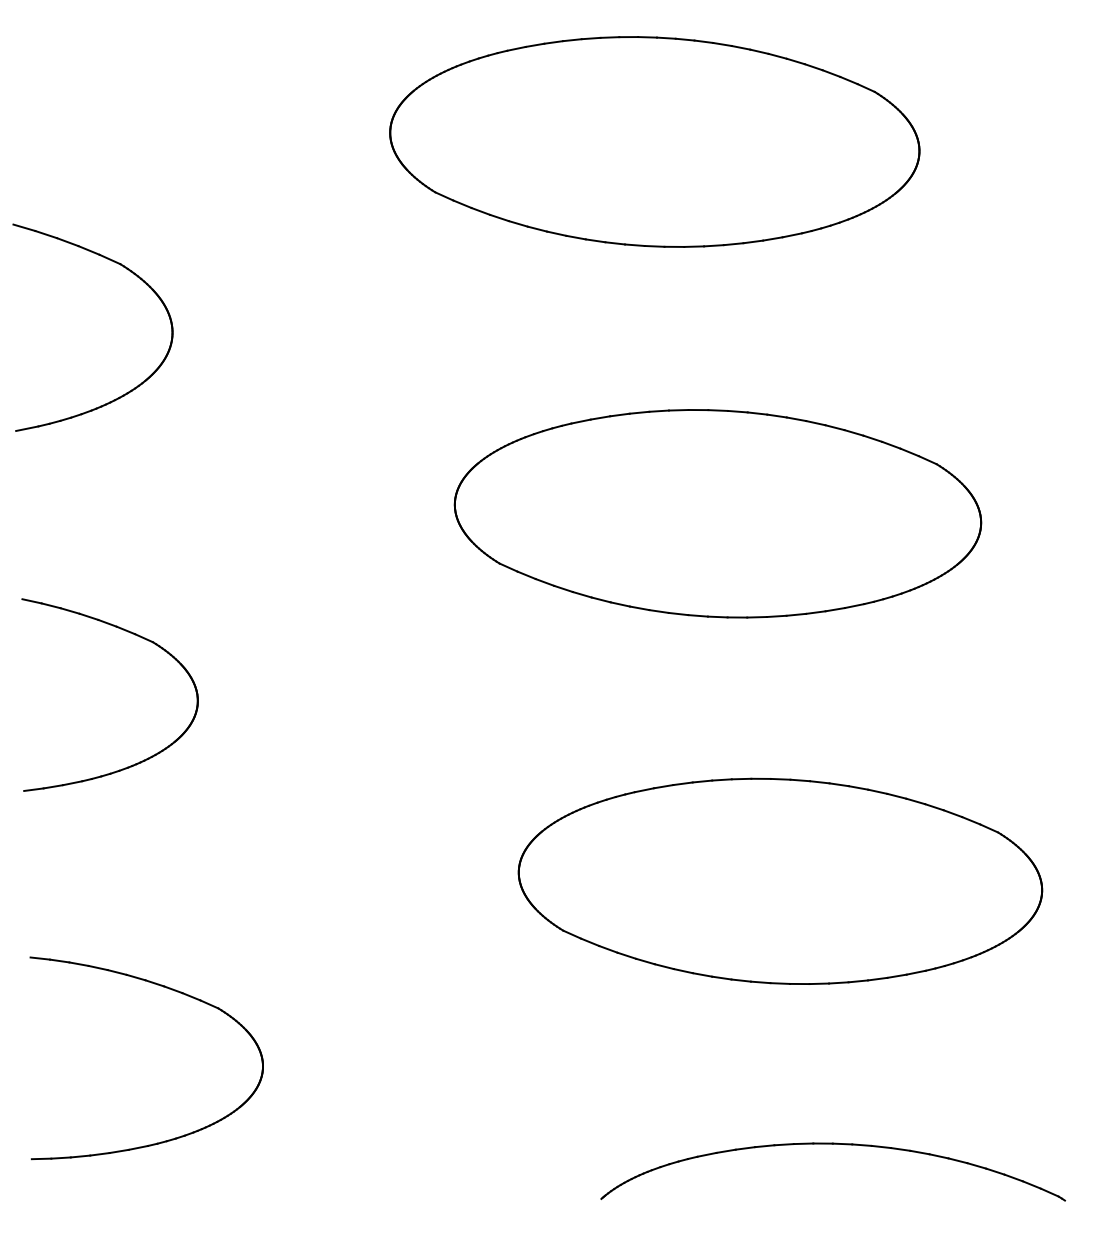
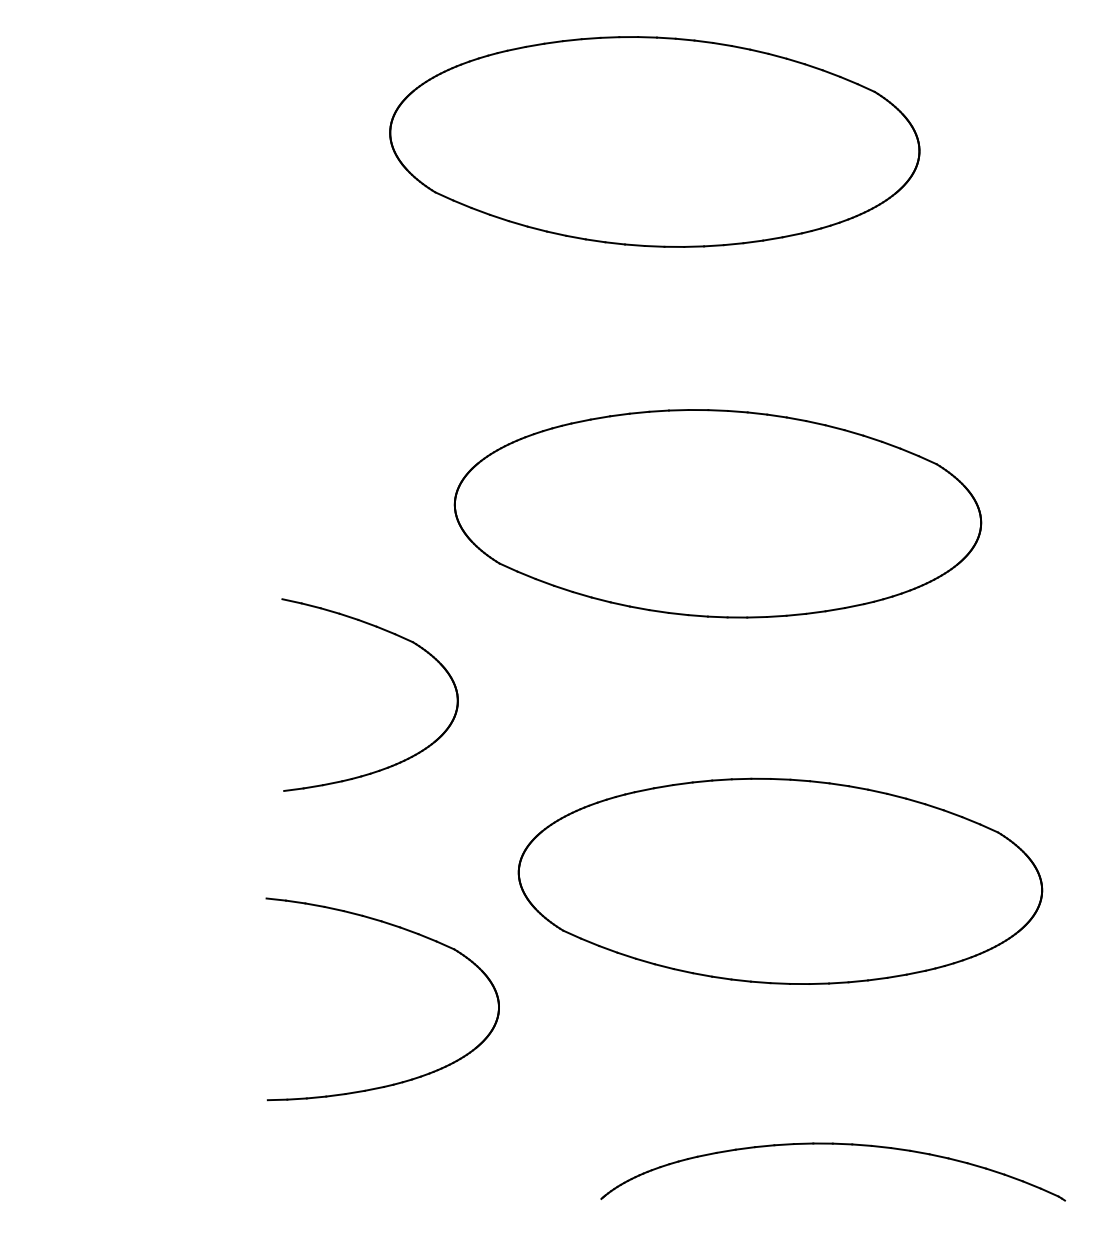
part at (130, 272): present -> none
part at (132, 634) position: (132, 634) -> (392, 634)
part at (171, 990) position: (171, 990) -> (407, 931)
